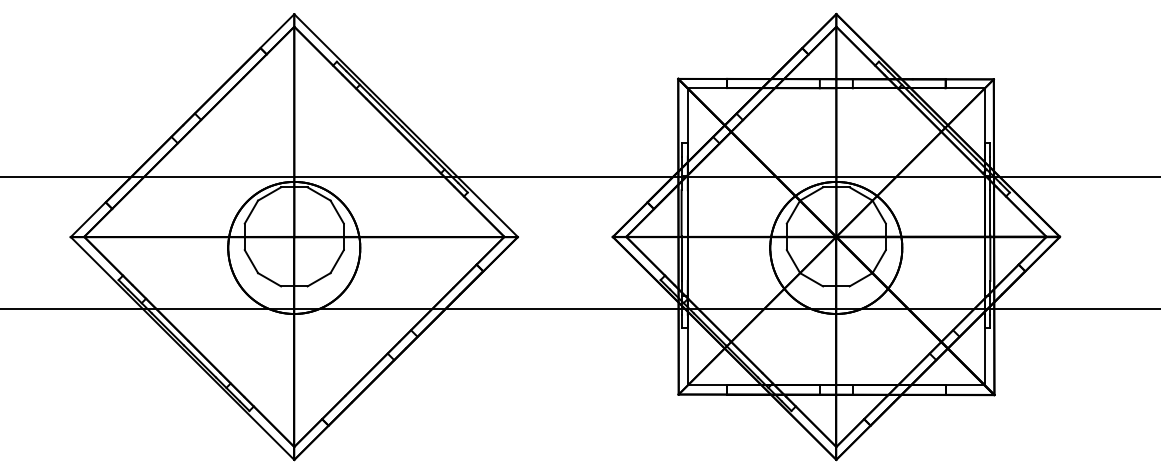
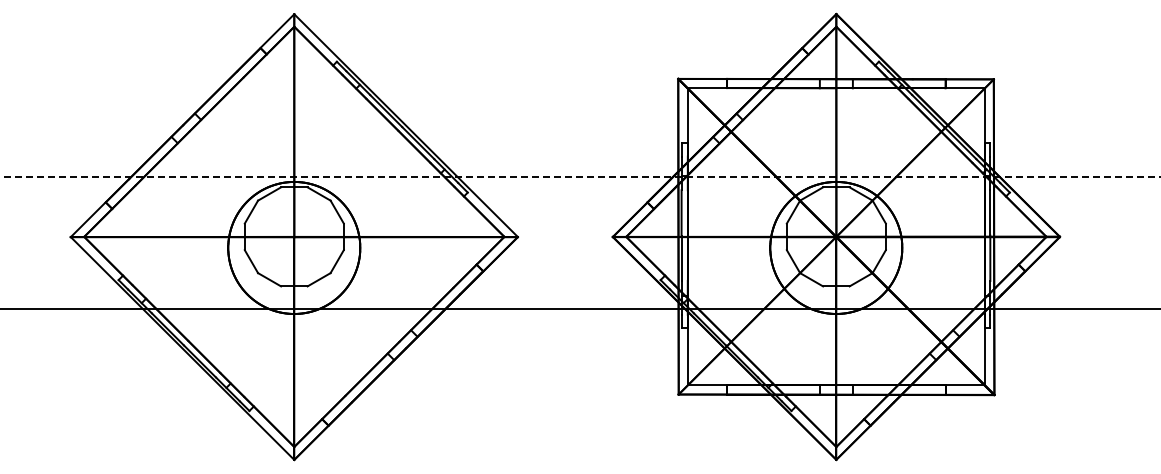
line at (580, 176): solid -> dashed
